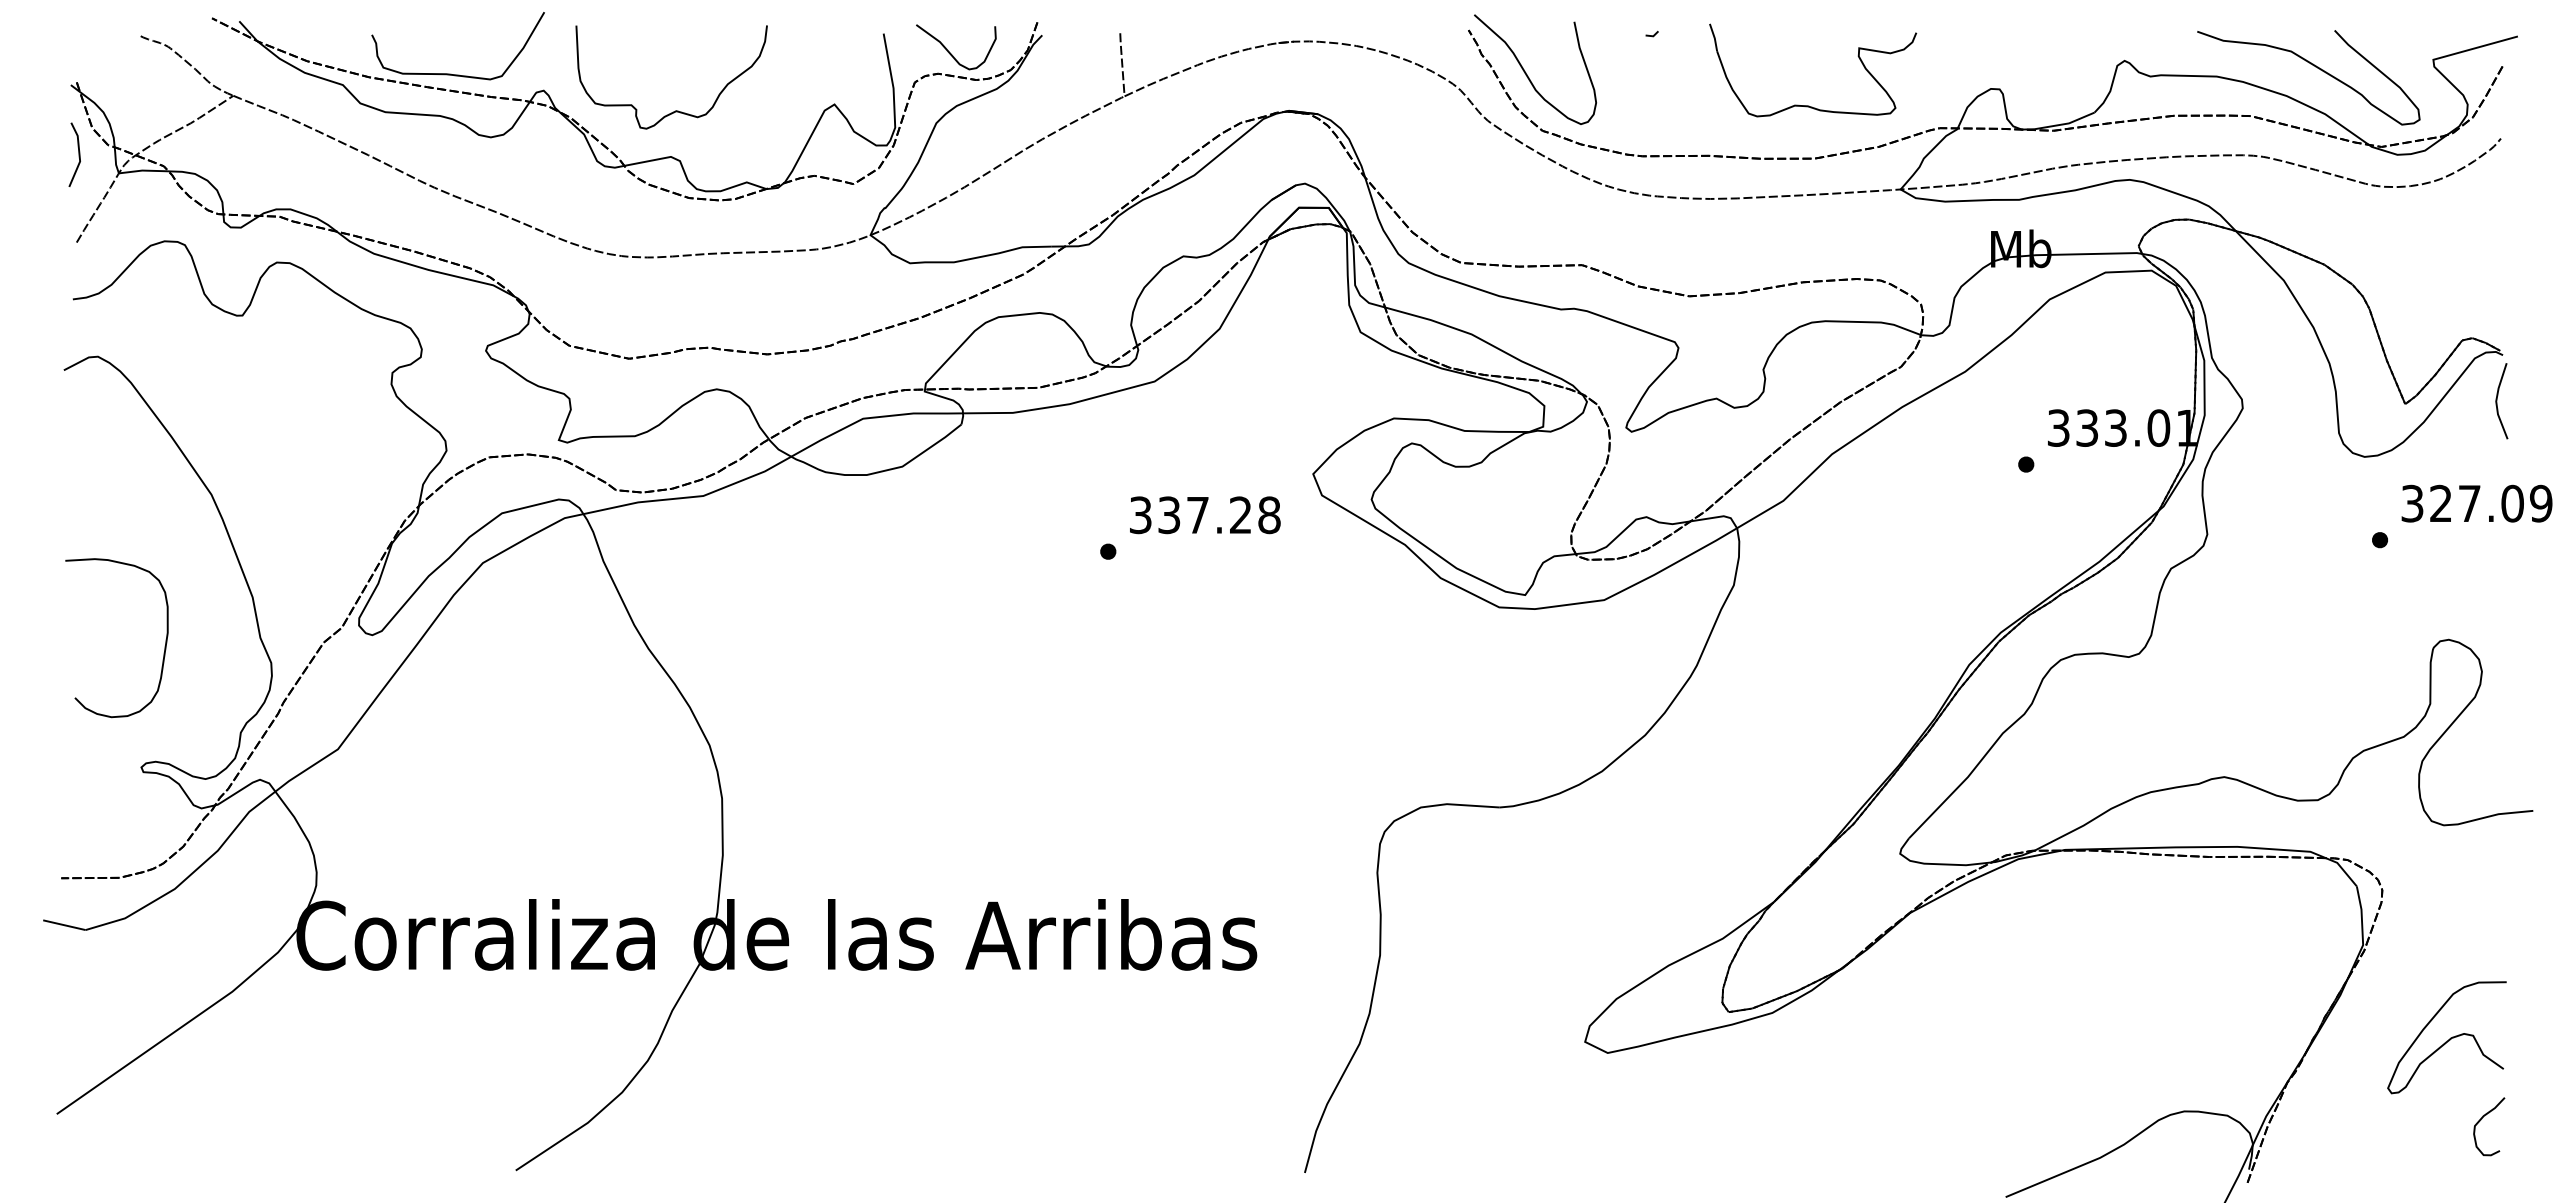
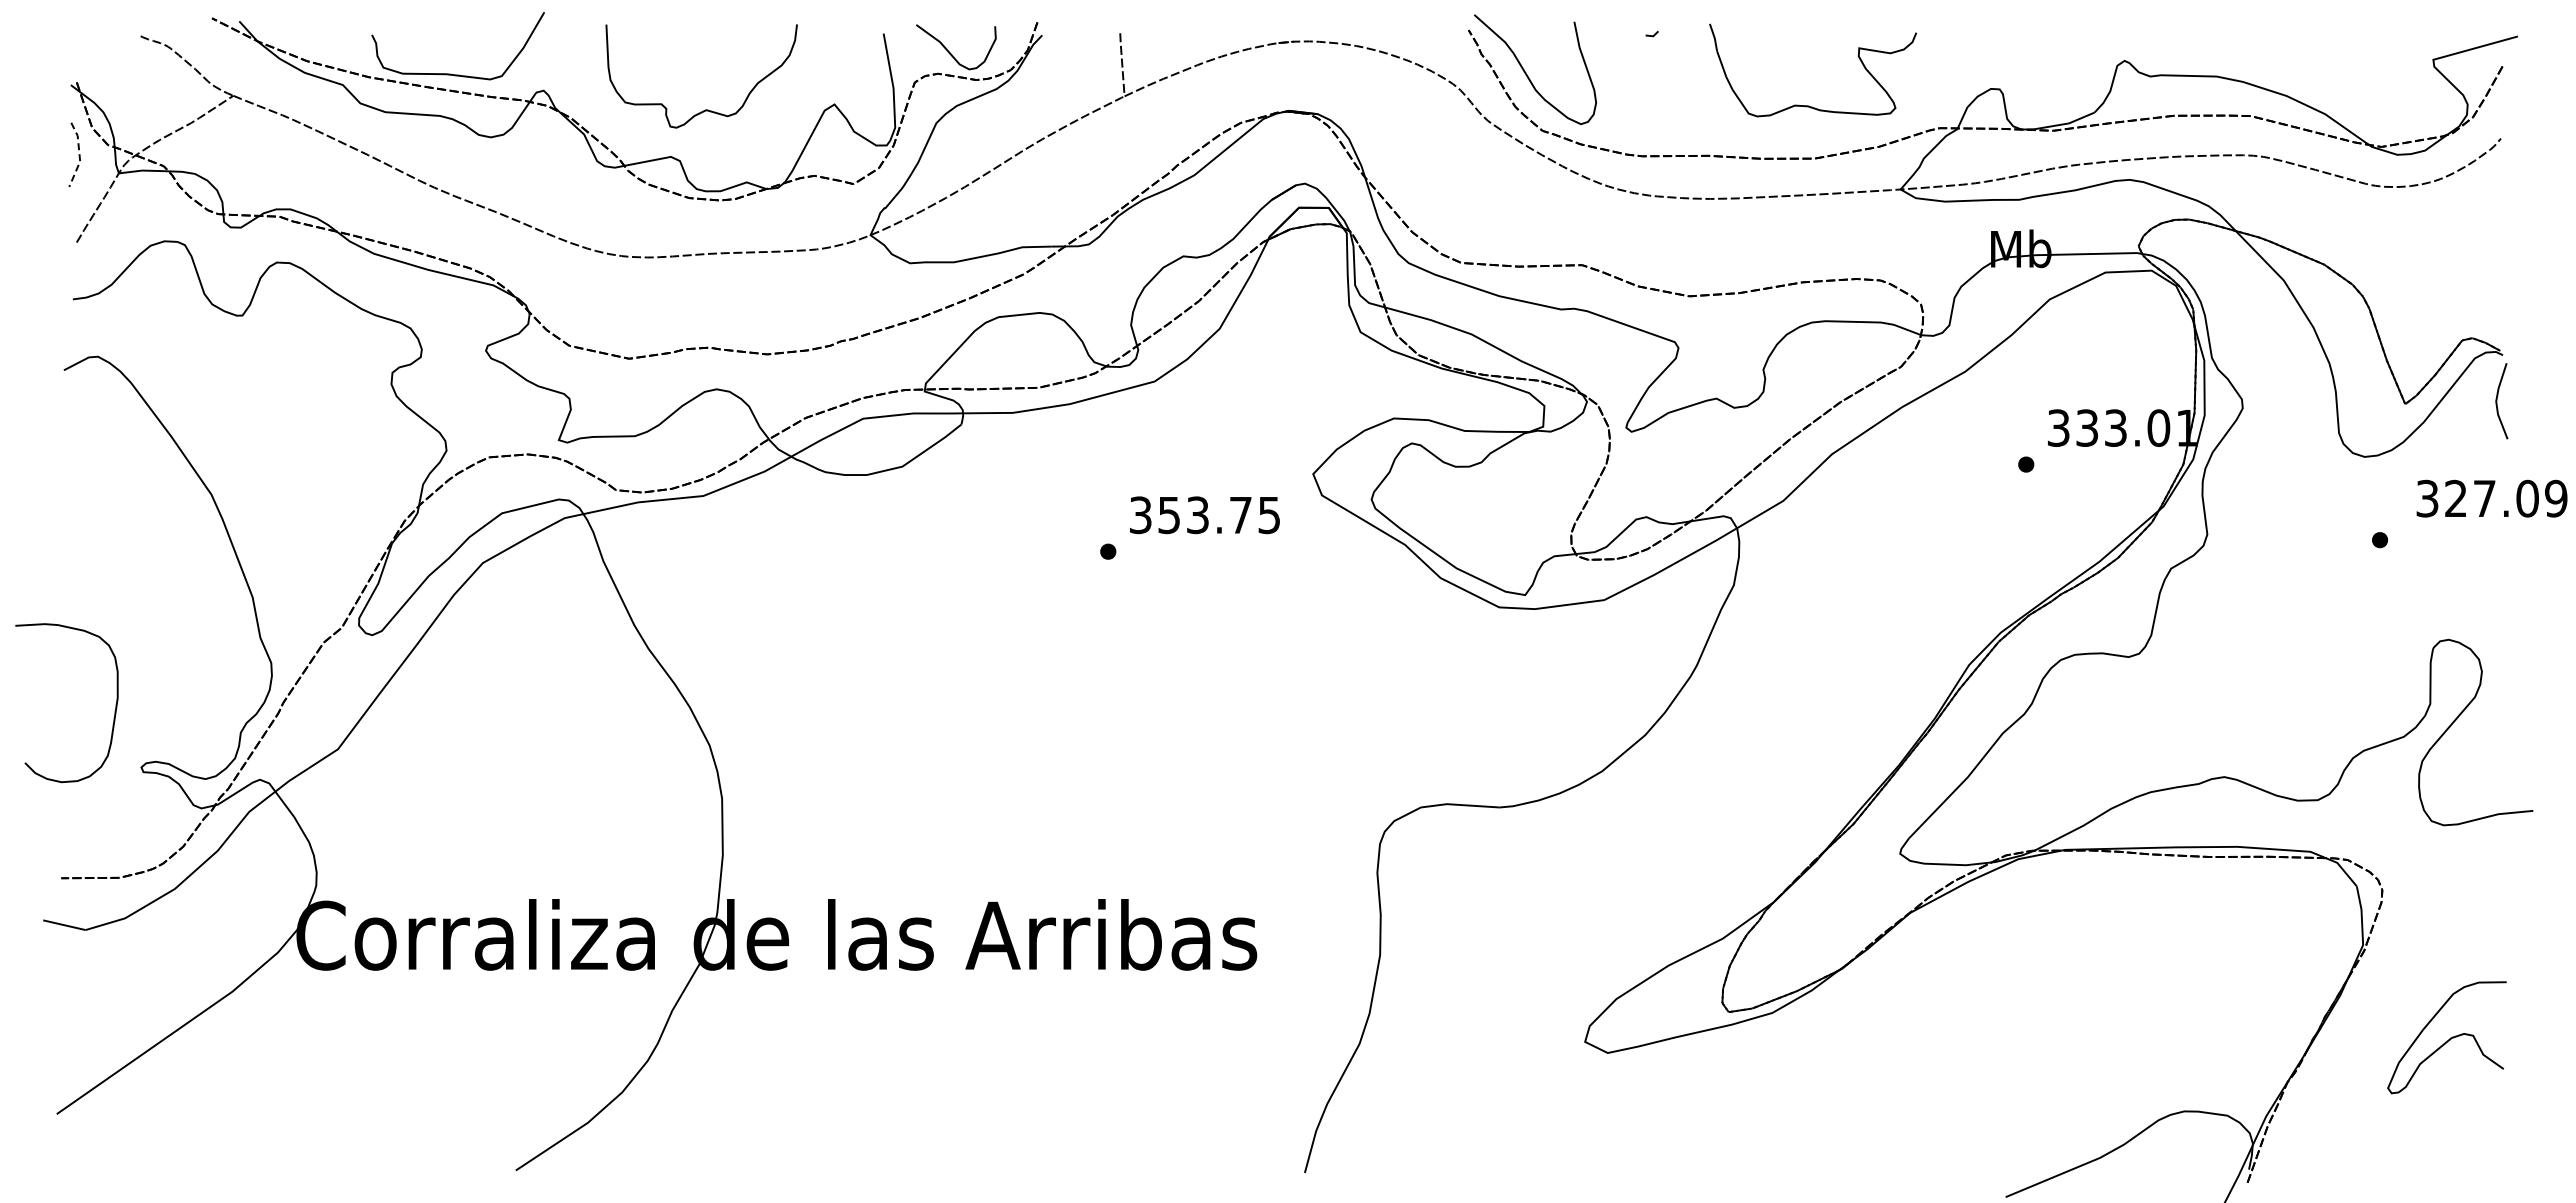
curve at (2315, 67): present -> none
curve at (675, 110) position: (675, 110) -> (705, 109)
line at (79, 155): solid -> dashed
text at (2476, 503) position: (2476, 503) -> (2491, 498)
text at (1219, 515): 337.28 -> 353.75
curve at (164, 646) position: (164, 646) -> (114, 711)
curve at (2481, 1120): present -> none
